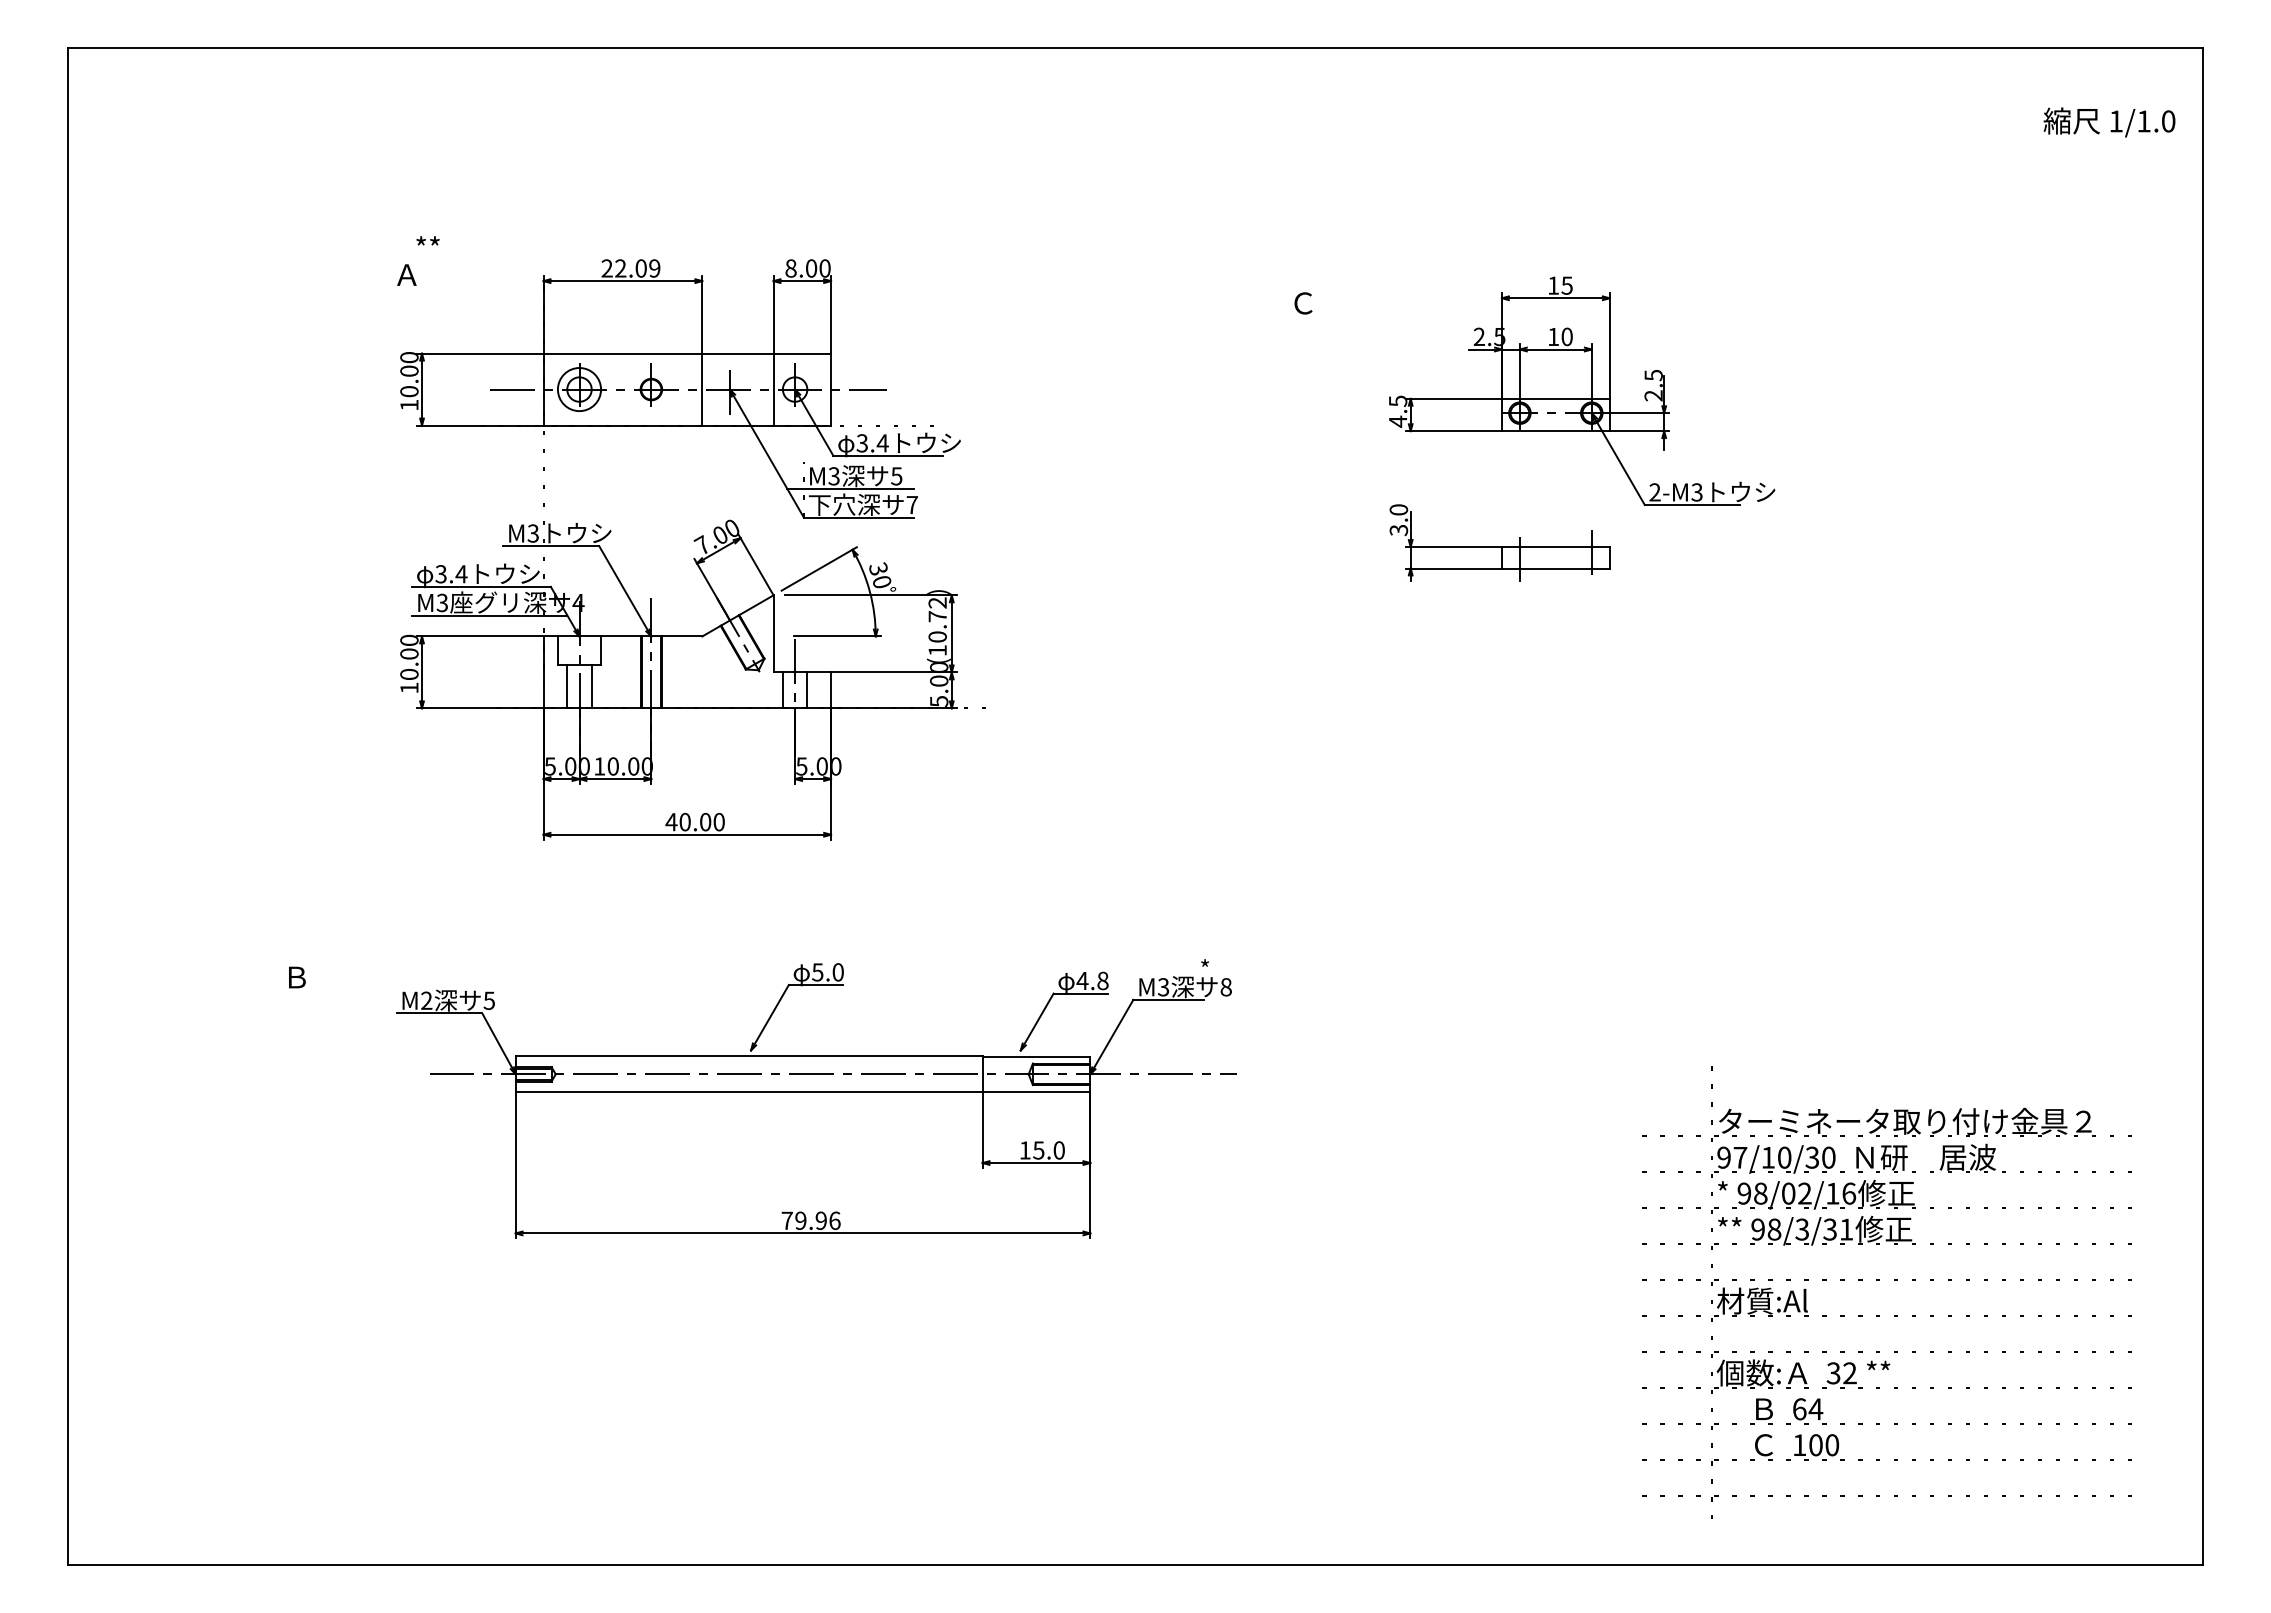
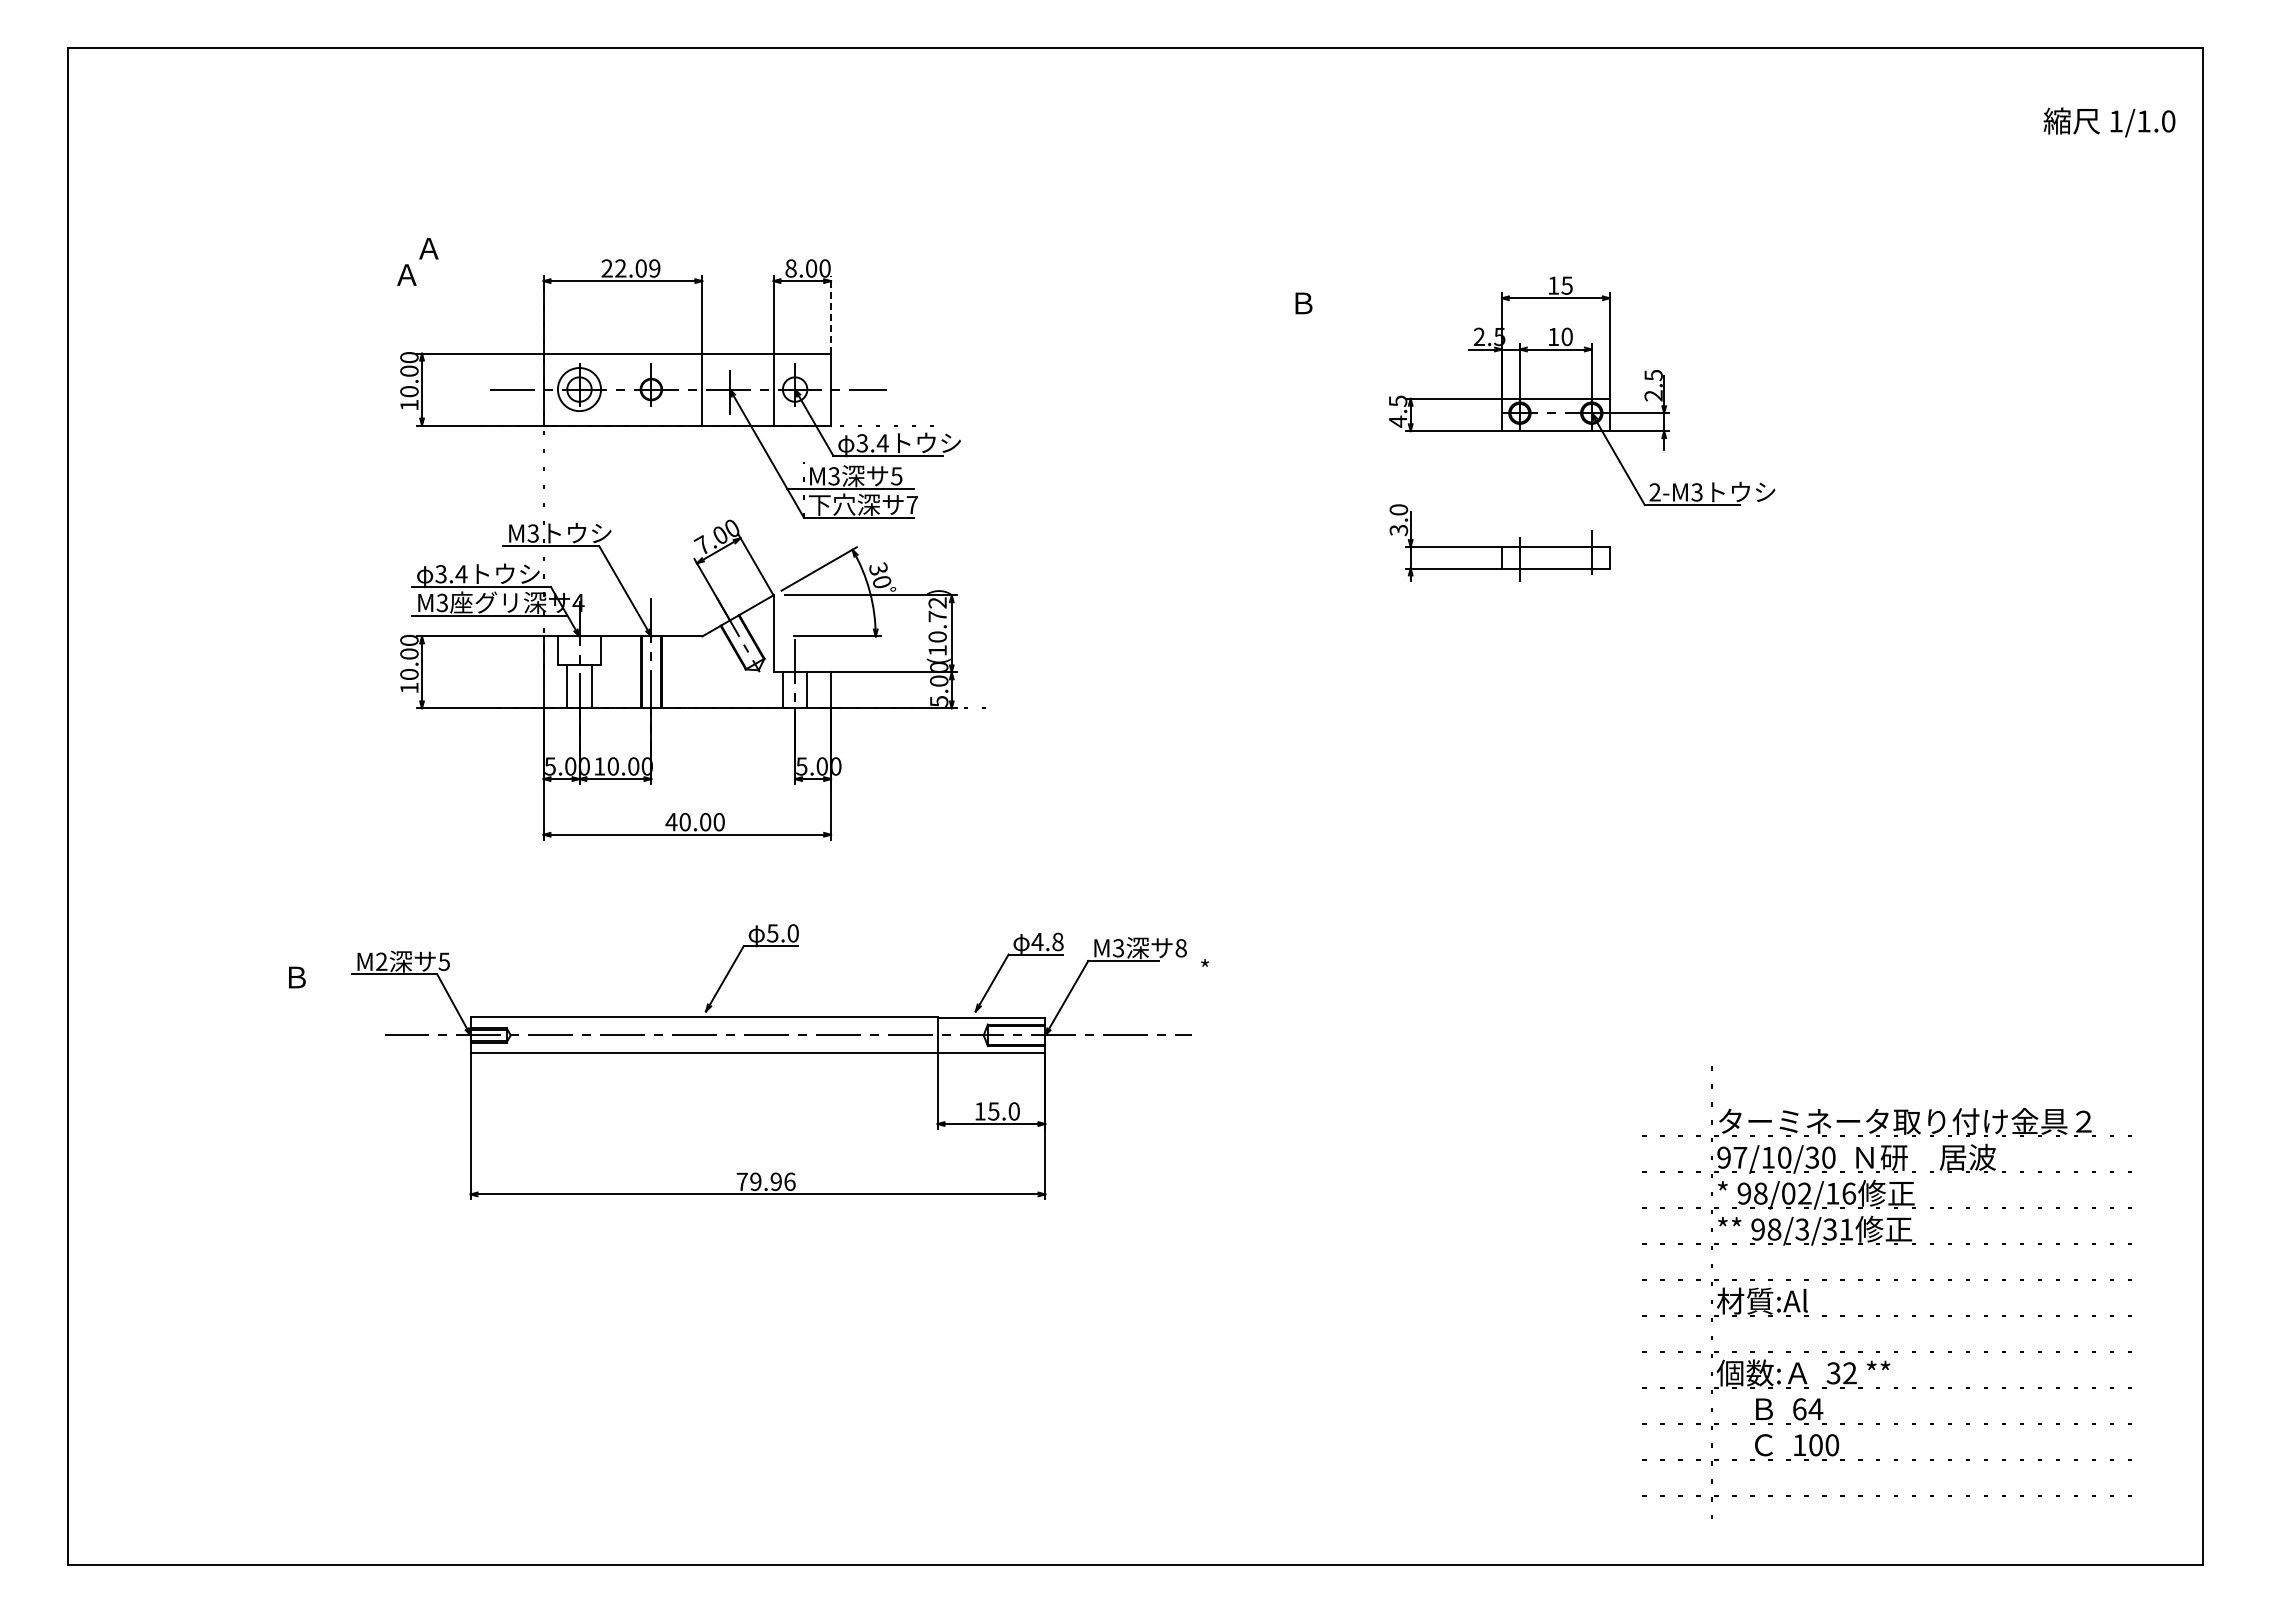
text at (427, 247): ** -> Ａ
text at (1303, 303): Ｃ -> Ｂ
line at (831, 314): solid -> dashed
part at (816, 1100) position: (816, 1100) -> (771, 1061)
